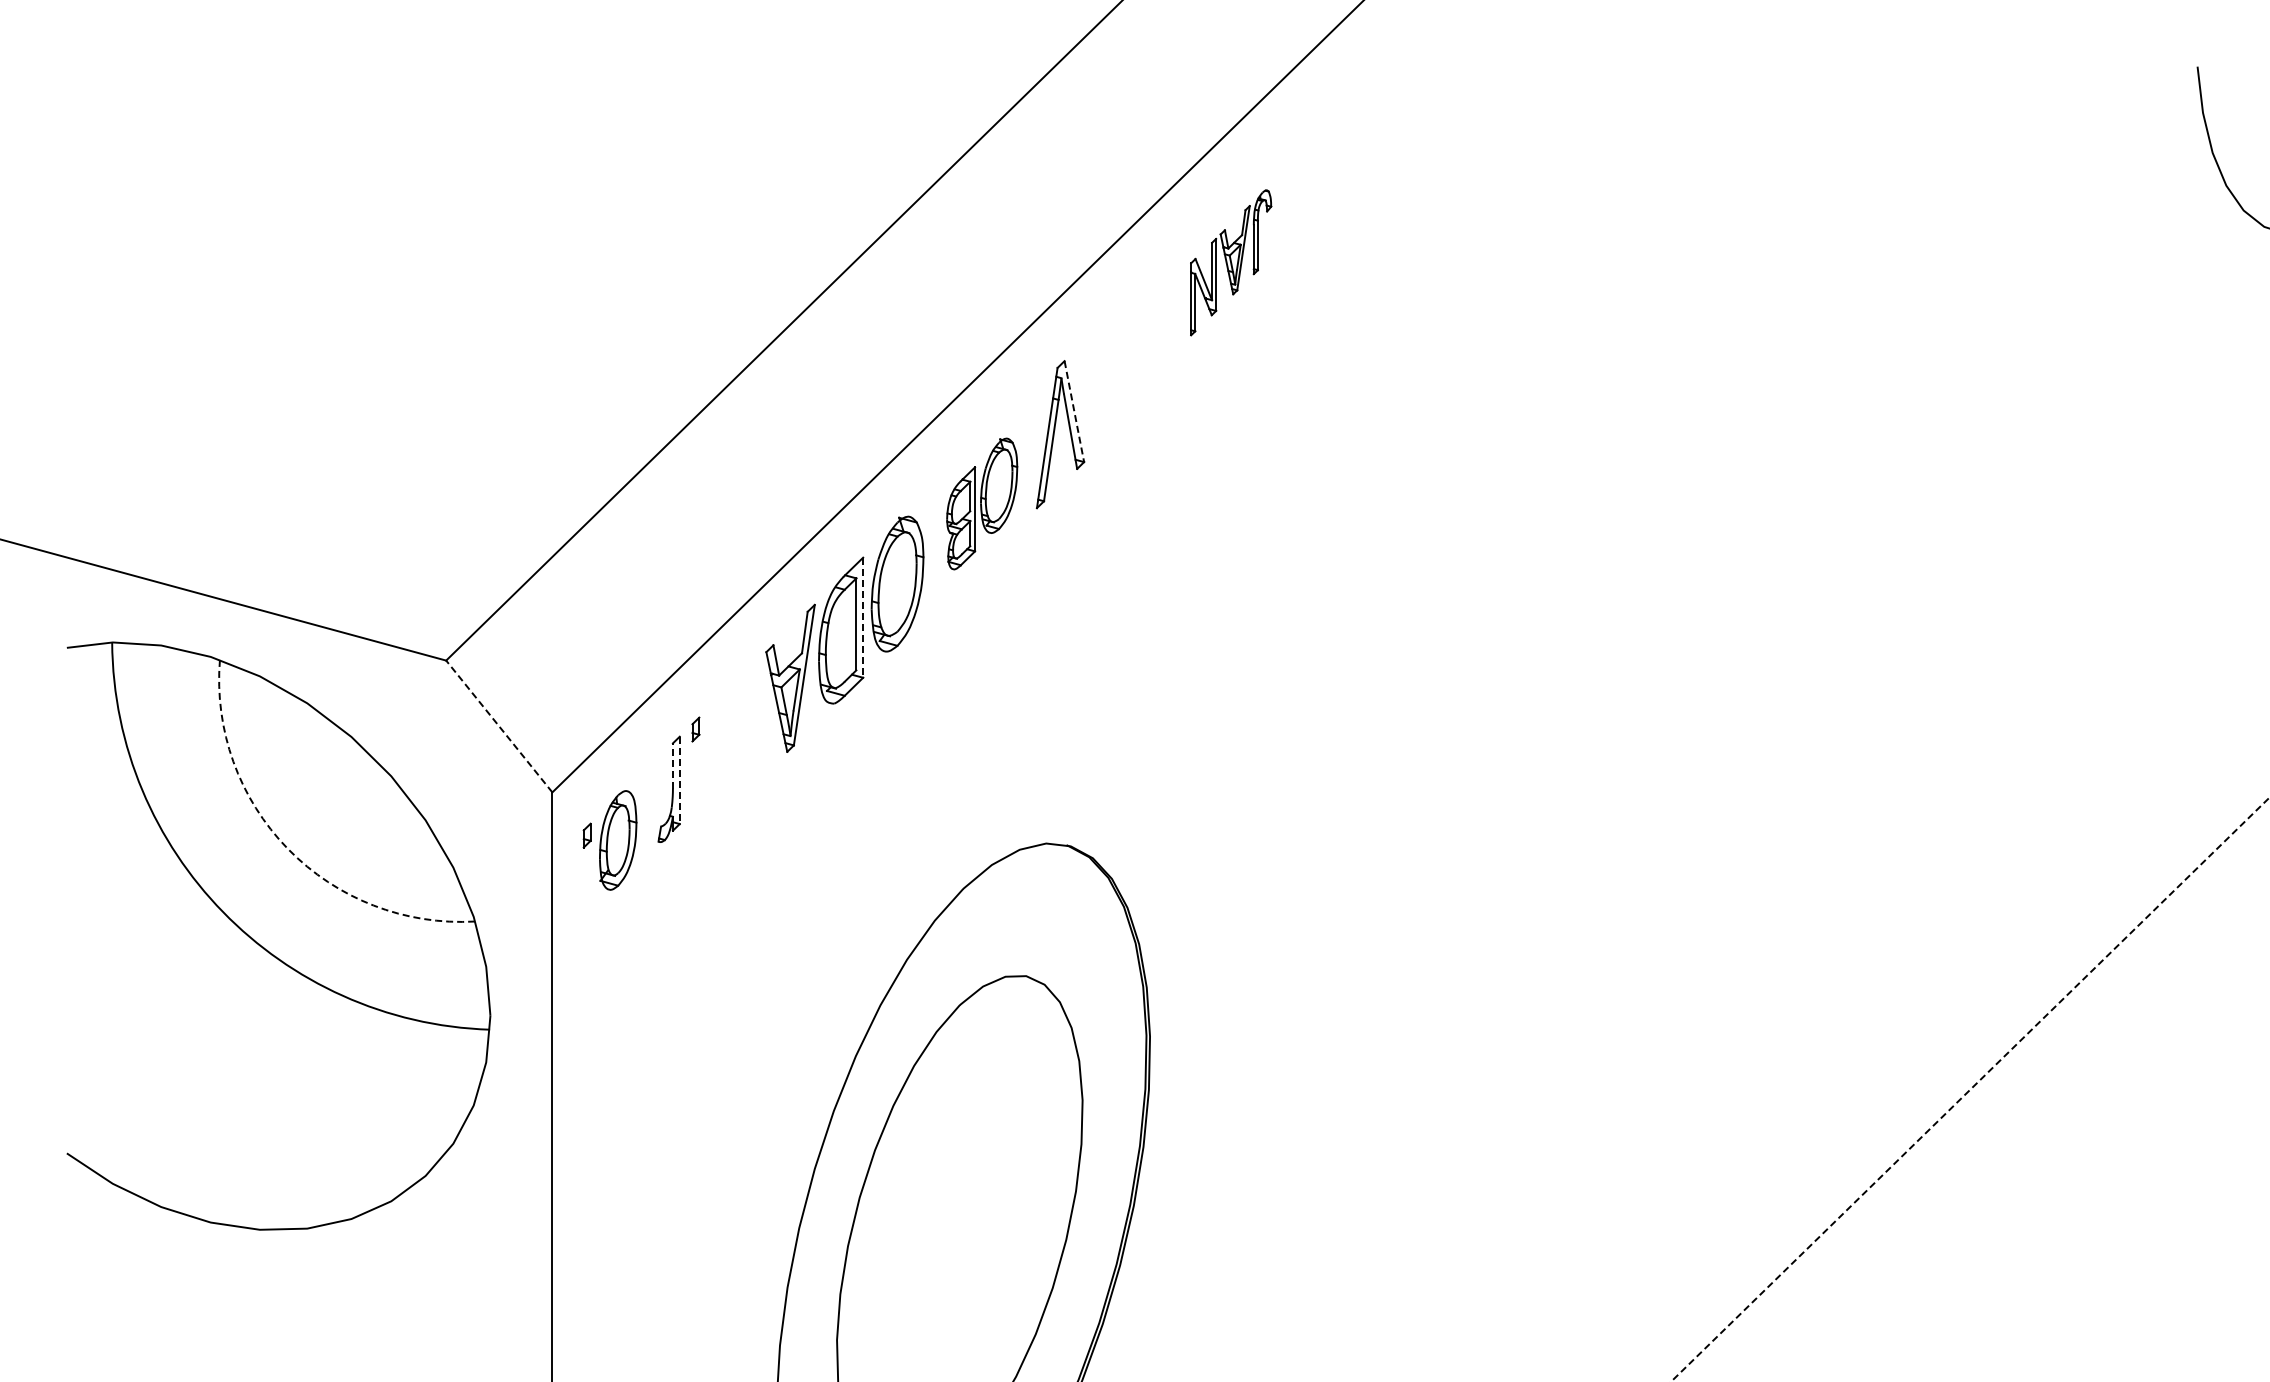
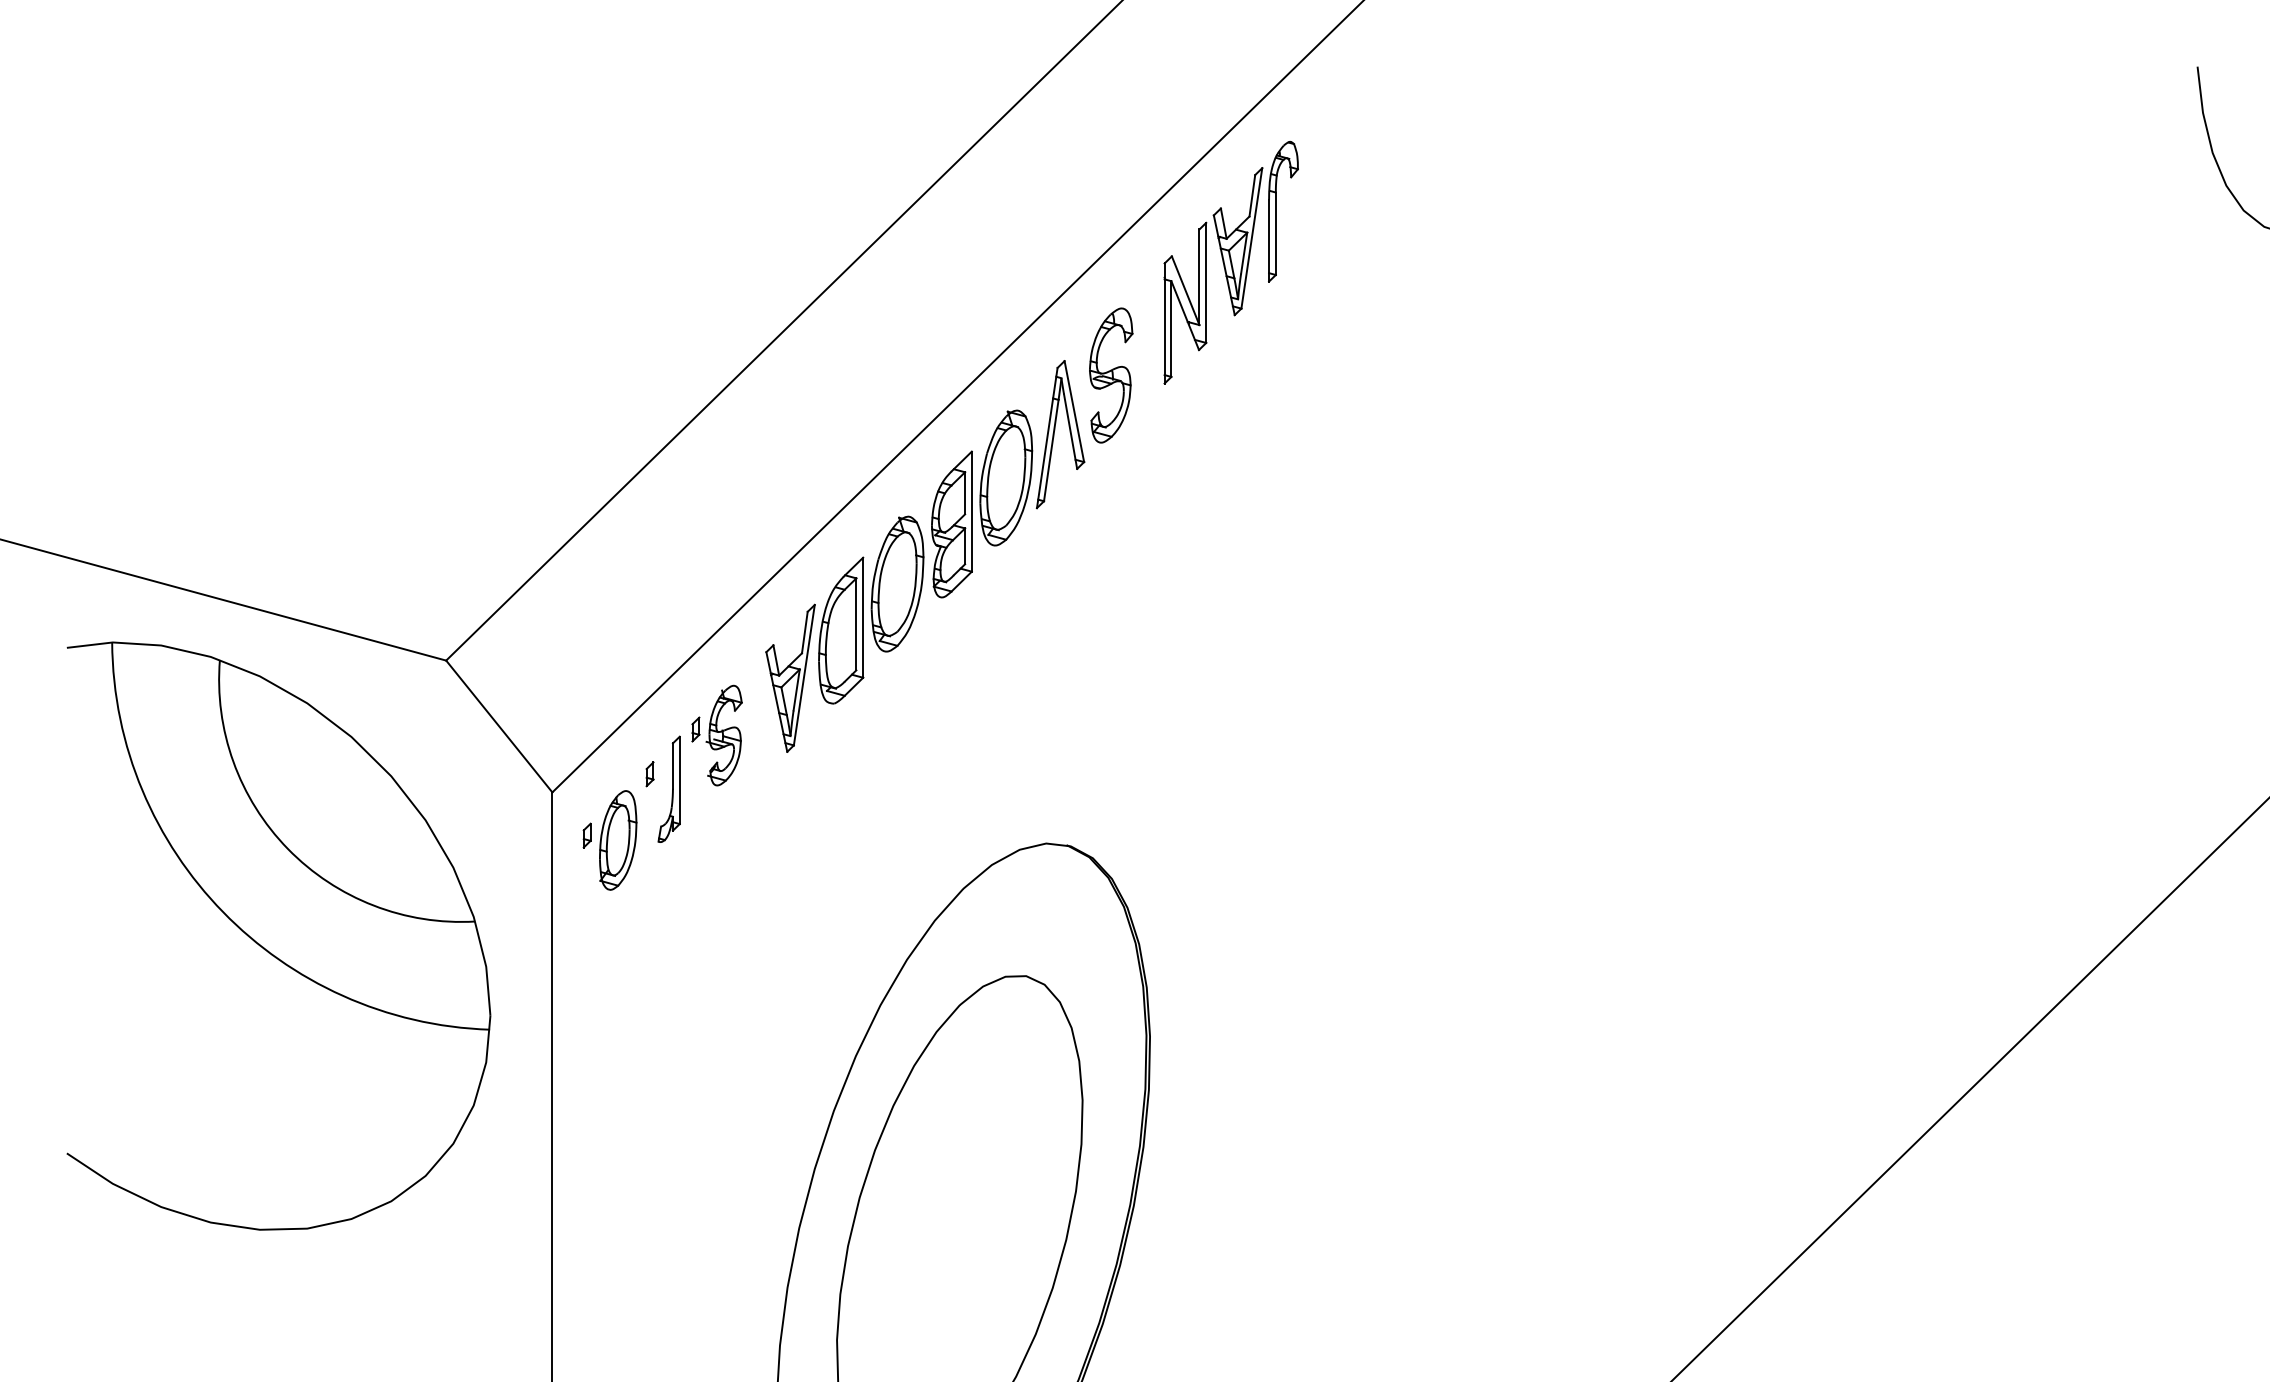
part at (1231, 262) size: 83x148 px -> 136x244 px
part at (1111, 375): none -> present
line at (1074, 412): dashed -> solid
part at (982, 503) size: 73x134 px -> 103x190 px
line at (863, 618): dashed -> solid
line at (499, 726): dashed -> solid
part at (723, 735): none -> present
line at (672, 765): dashed -> solid
part at (649, 774): none -> present
line at (679, 780): dashed -> solid
arc at (287, 848): dashed -> solid
line at (1970, 1089): dashed -> solid
